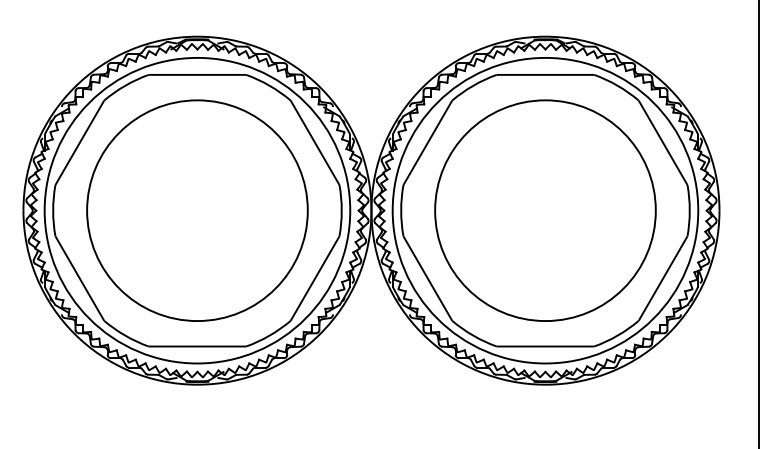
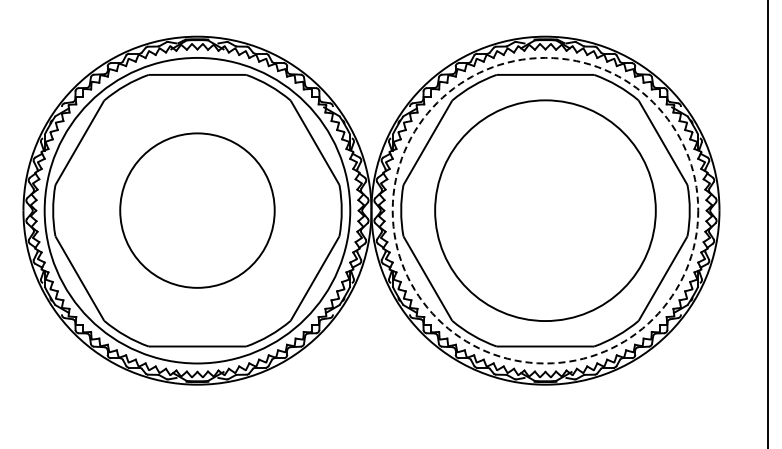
circle at (197, 210) size: 223x223 px -> 157x157 px
circle at (545, 210): solid -> dashed
line at (758, 223) position: (758, 223) -> (767, 223)
